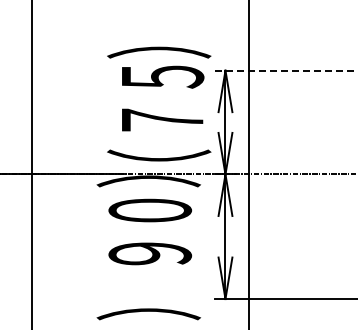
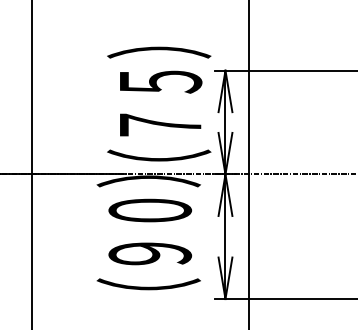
line at (286, 70): dashed -> solid
text at (163, 98) position: (163, 98) -> (161, 103)
text at (148, 299): ） -> （
